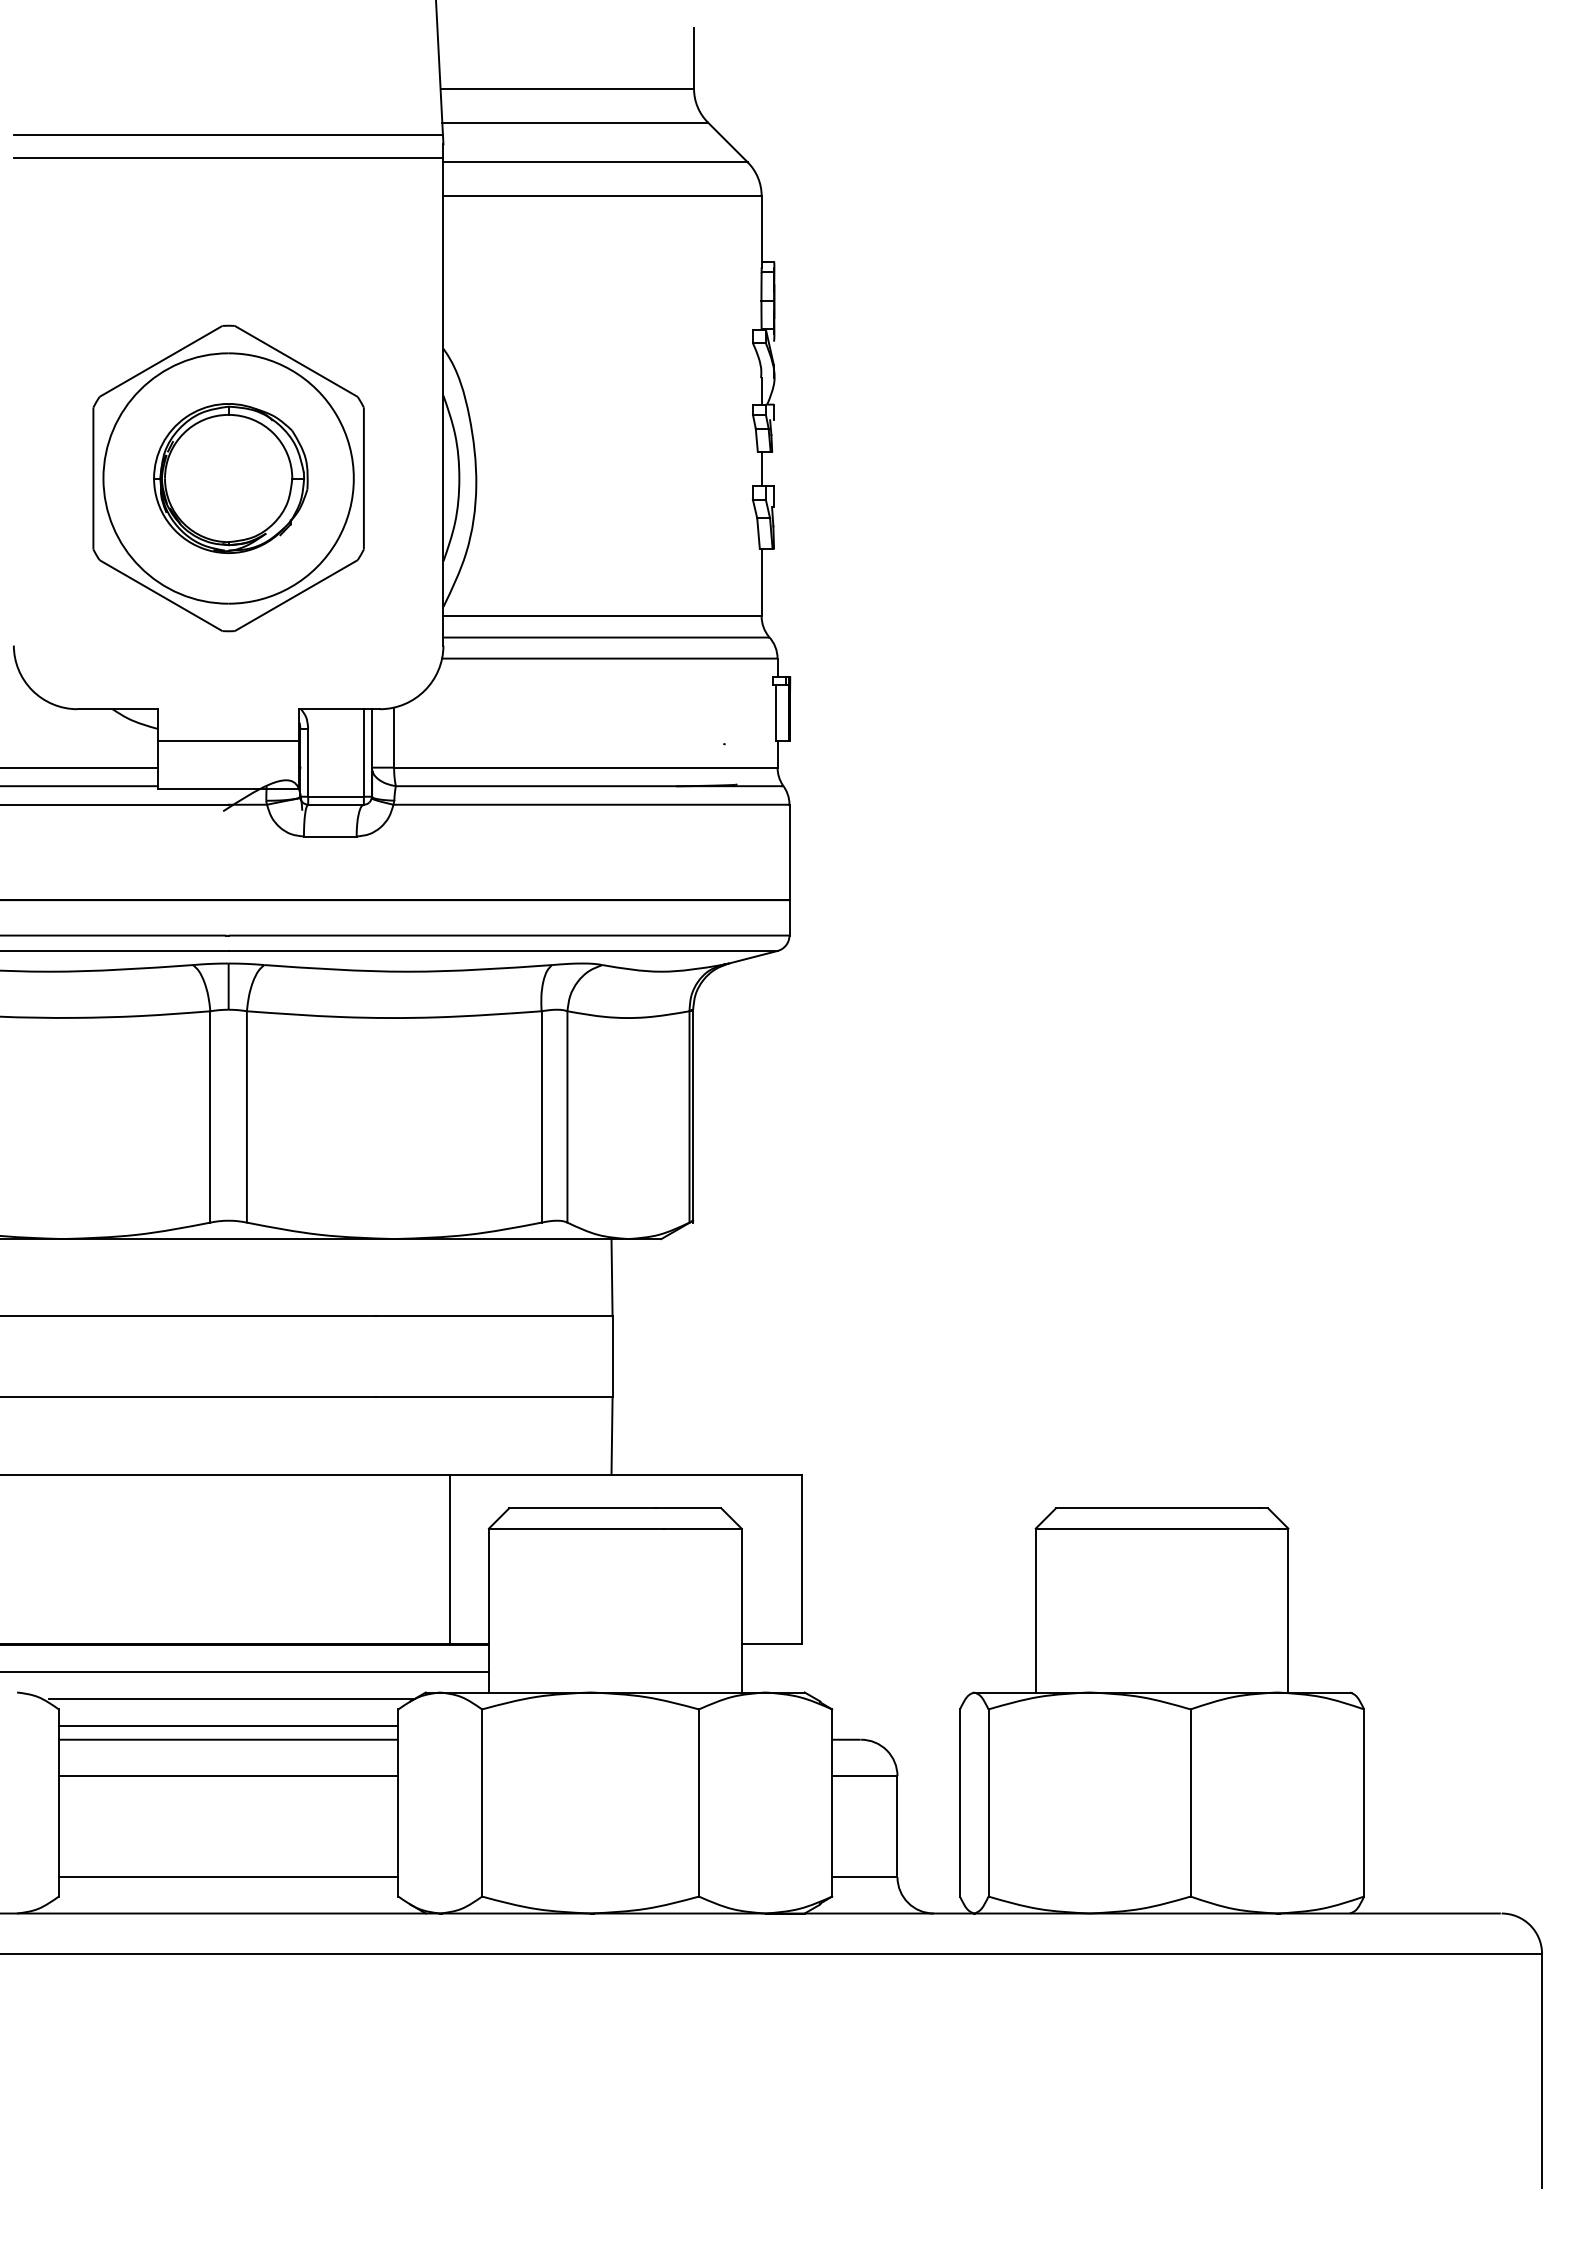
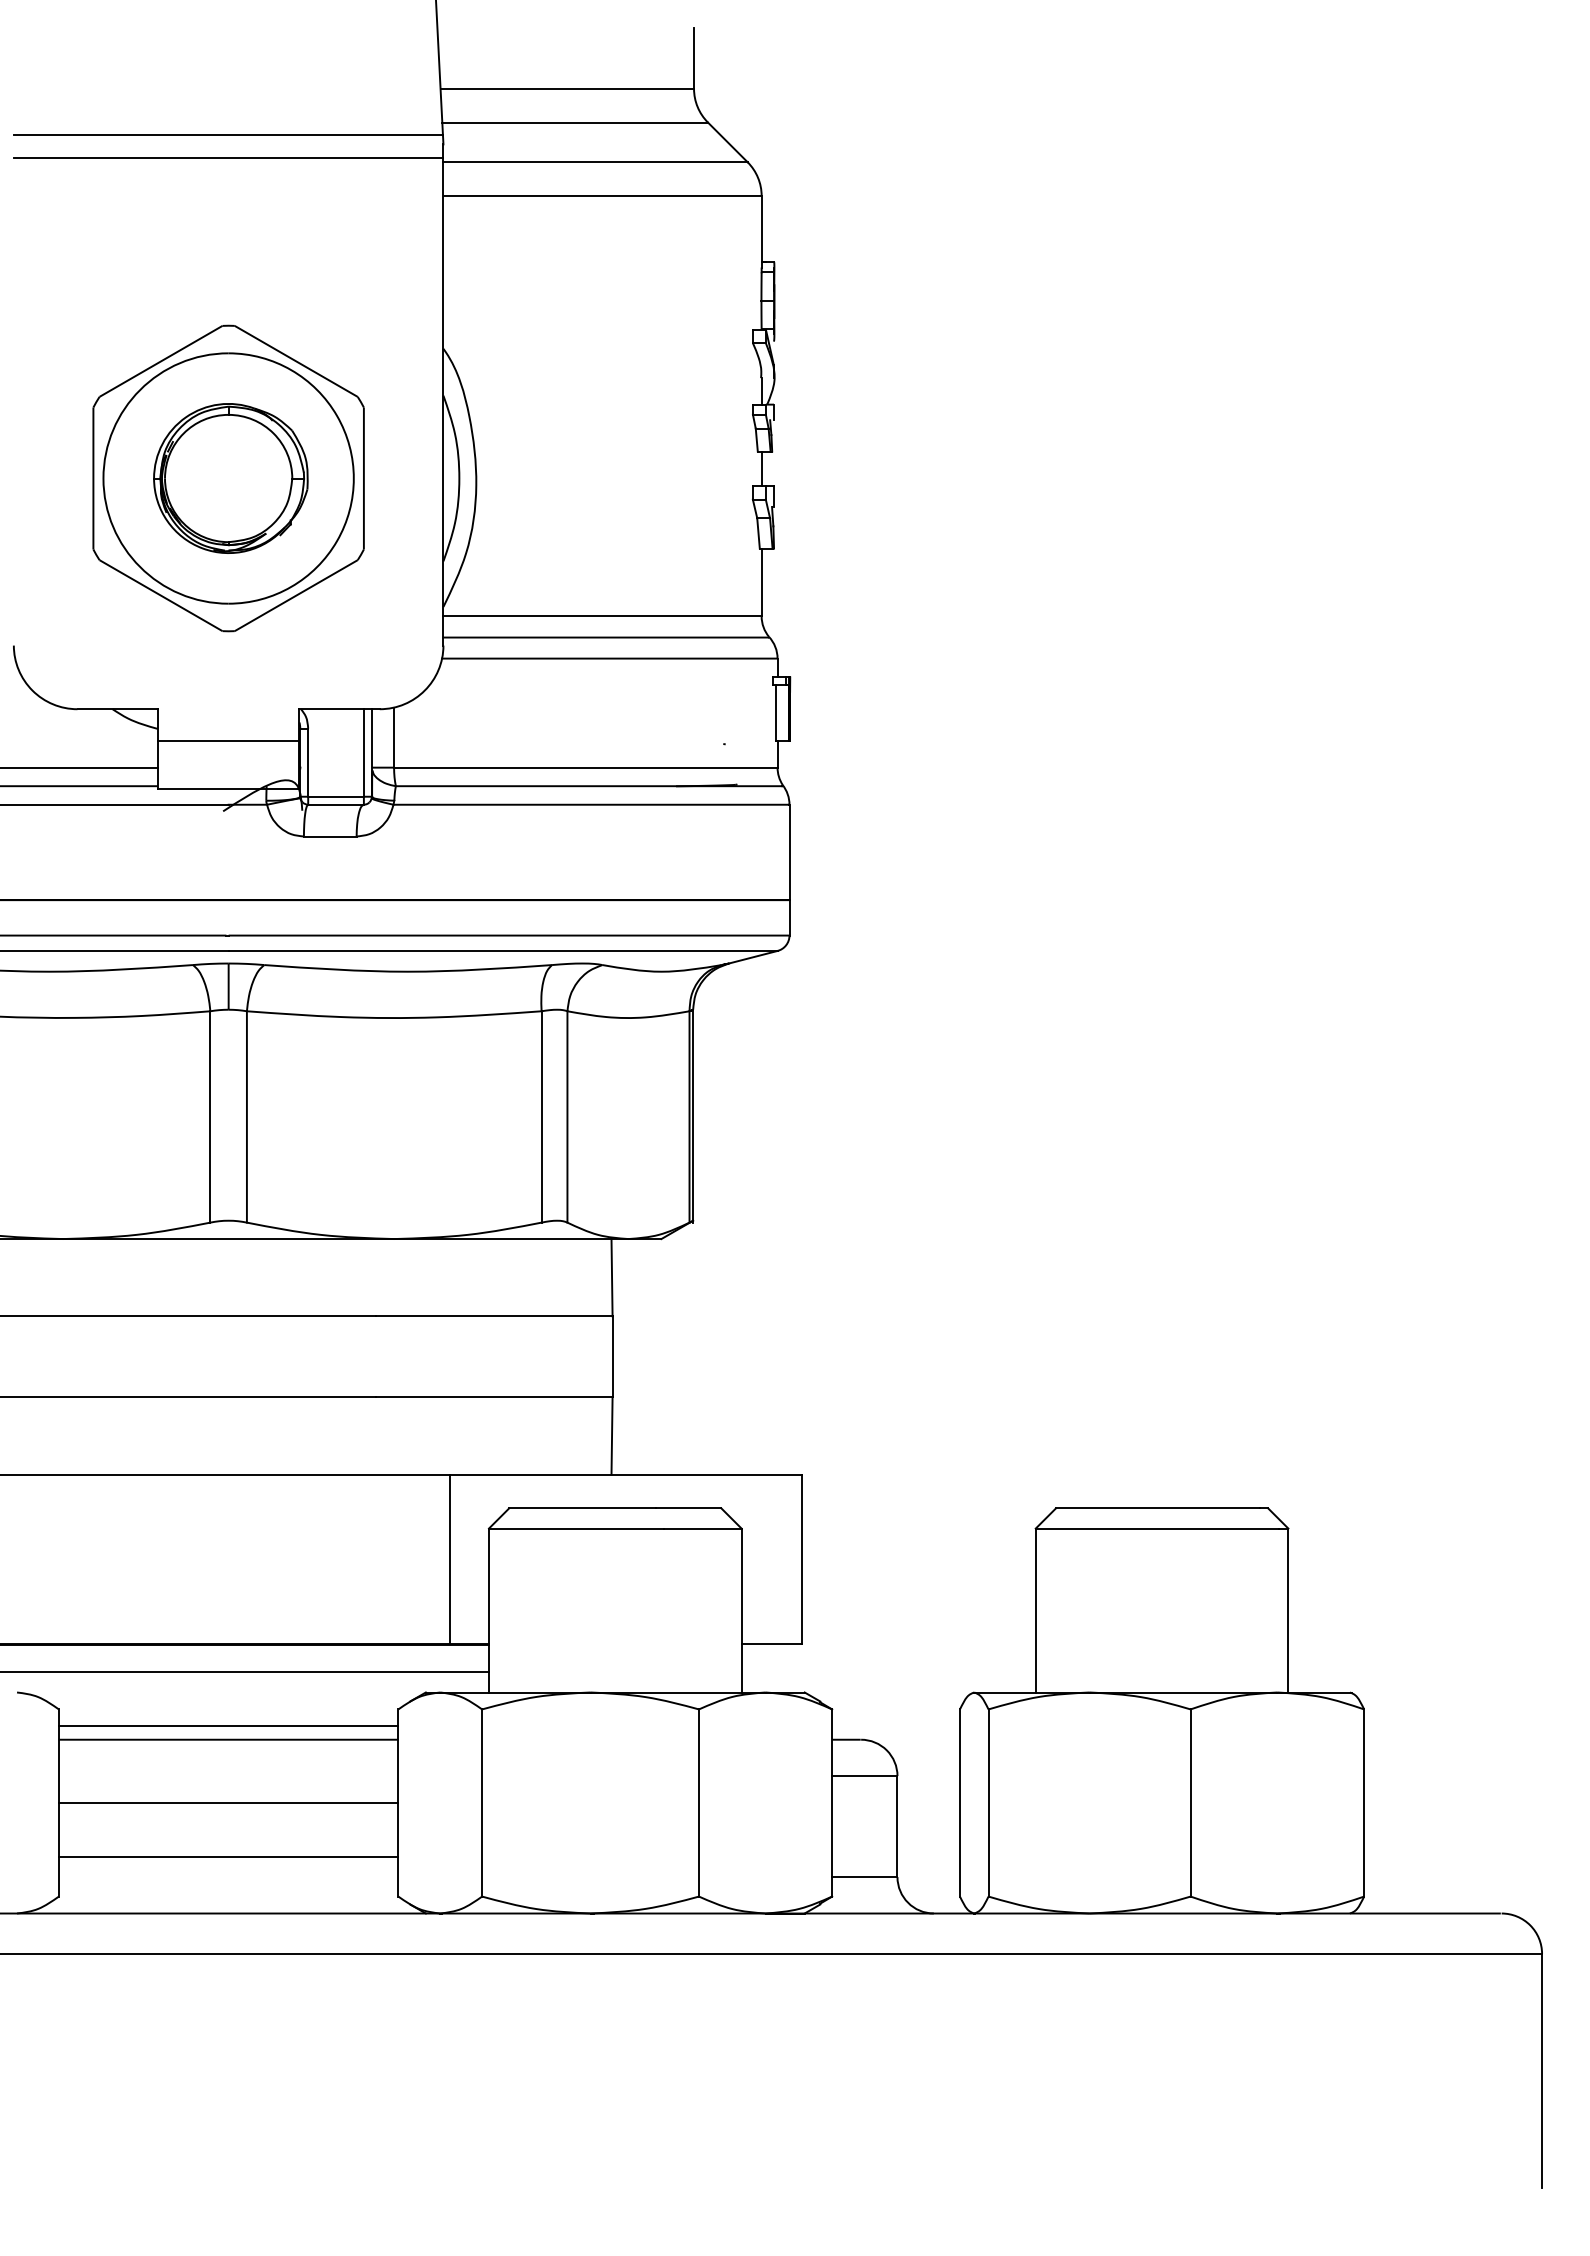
line at (231, 1698): present -> none
line at (228, 1776) position: (228, 1776) -> (228, 1803)
line at (228, 1877) position: (228, 1877) -> (228, 1857)
